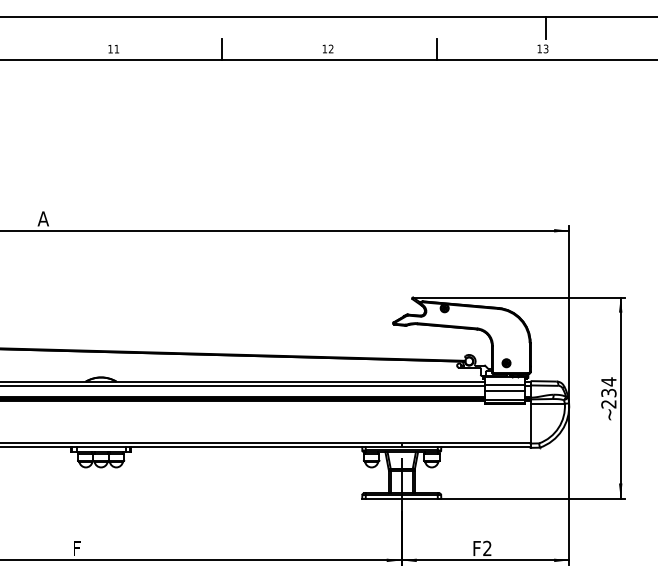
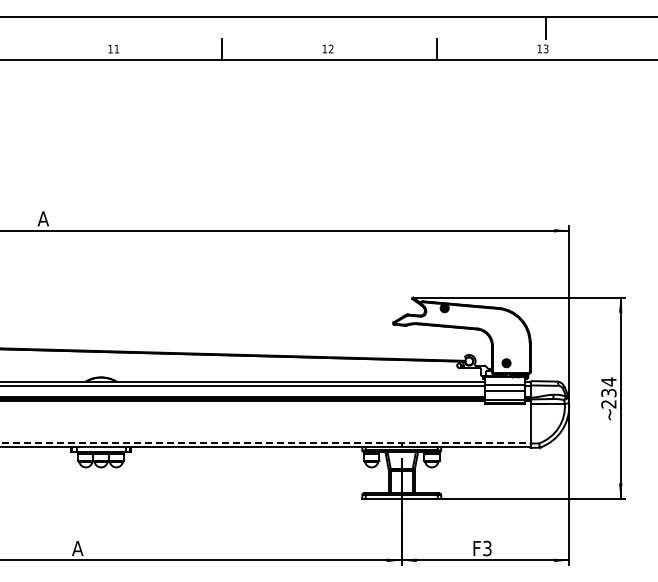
line at (265, 442): solid -> dashed
text at (77, 548): F -> A
text at (487, 548): F2 -> F3
